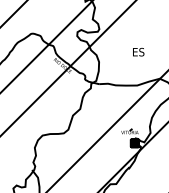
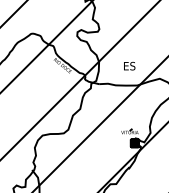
text at (138, 52) position: (138, 52) -> (129, 66)
line at (68, 68) position: (68, 68) -> (80, 80)
line at (107, 131) position: (107, 131) -> (100, 124)
